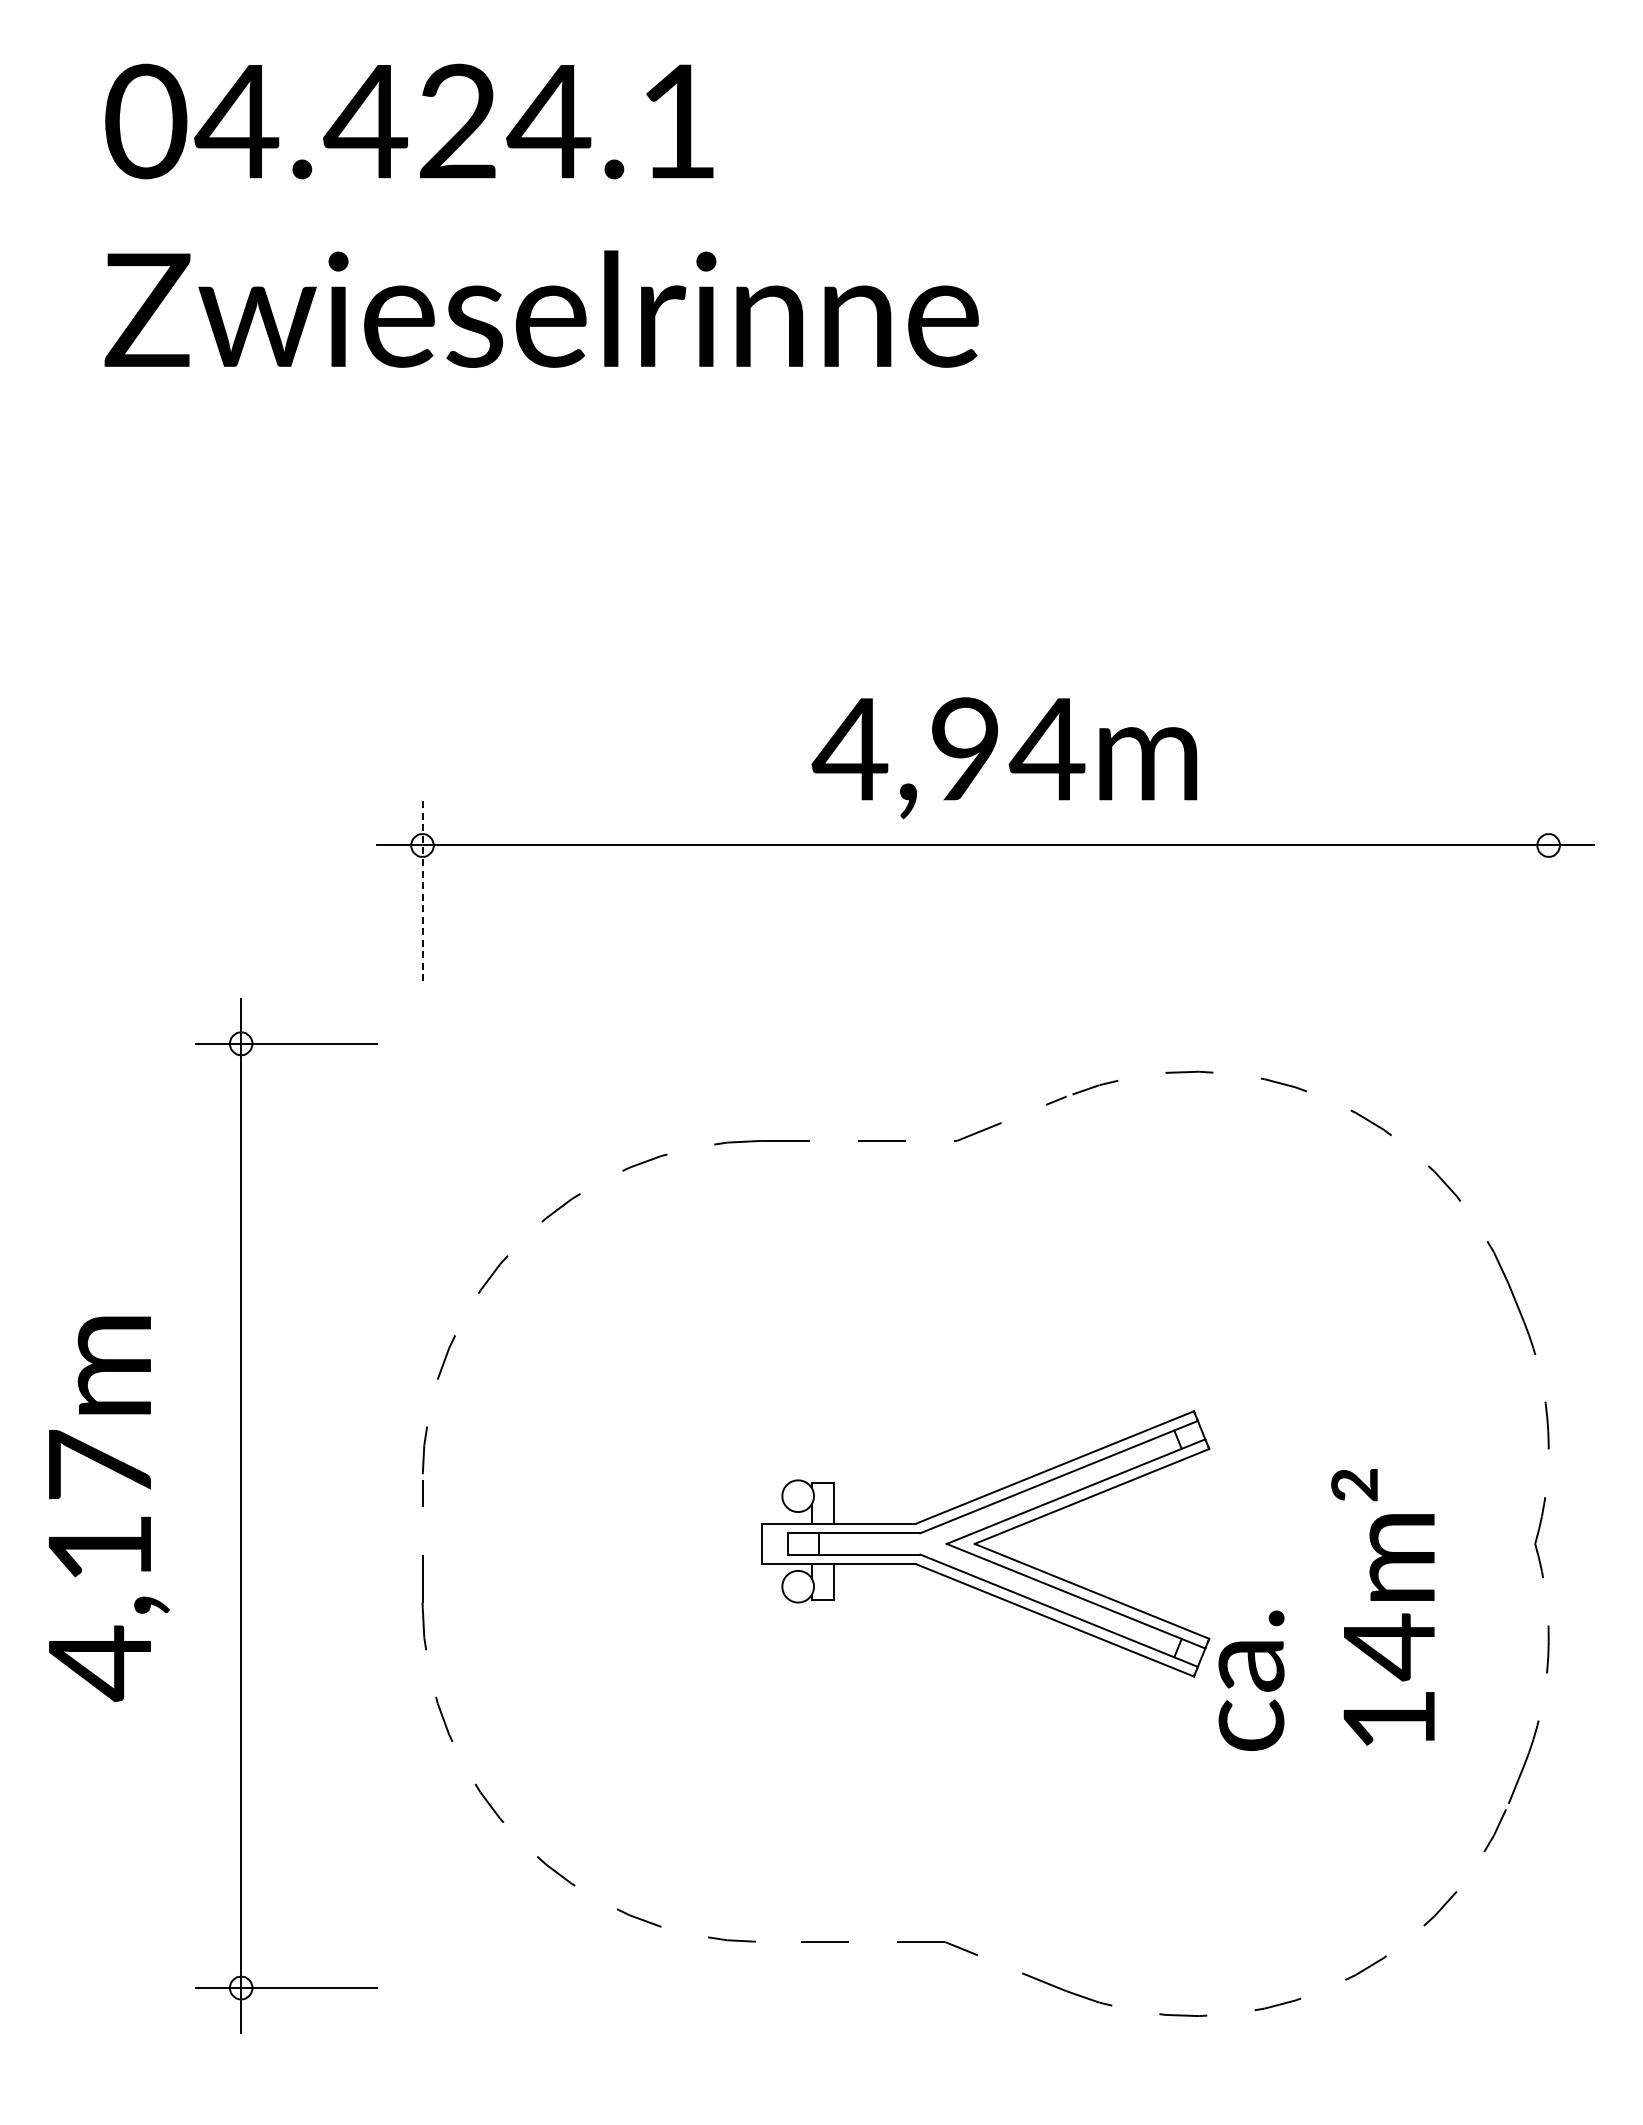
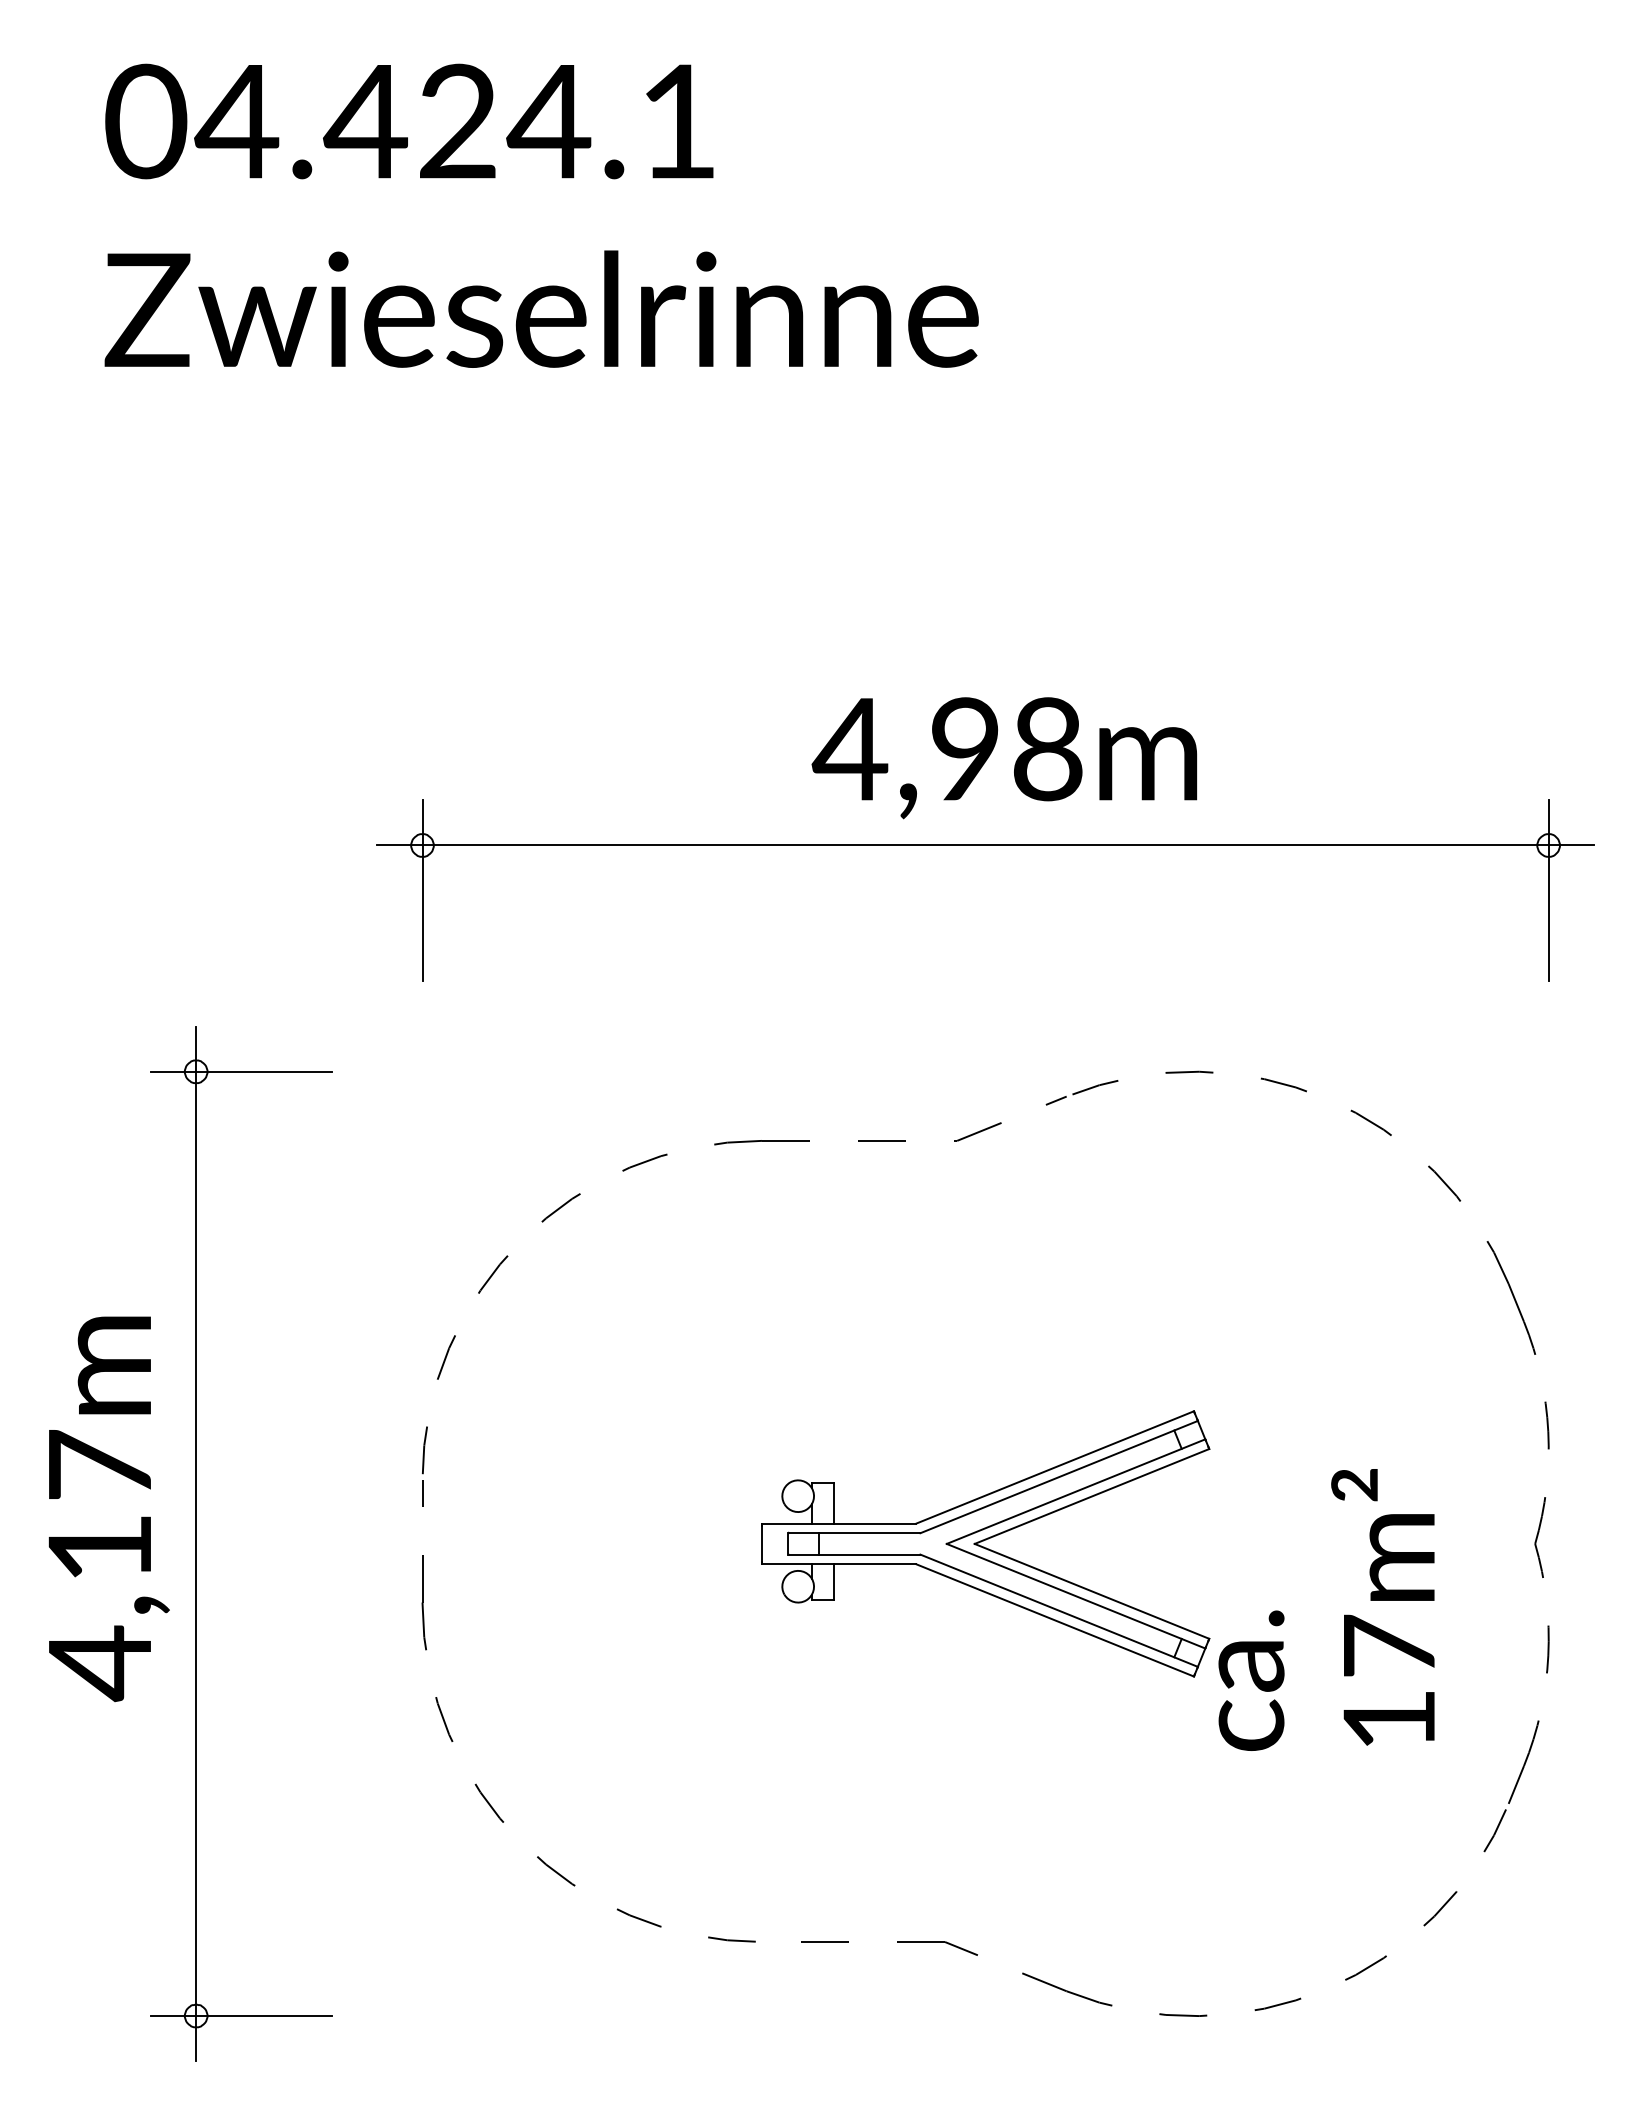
text at (1046, 749): 4,94m -> 4,98m
line at (422, 890): dashed -> solid
line at (1548, 890): none -> present
part at (241, 1515) position: (241, 1515) -> (196, 1543)
text at (1389, 1647): 14m² -> 17m²
